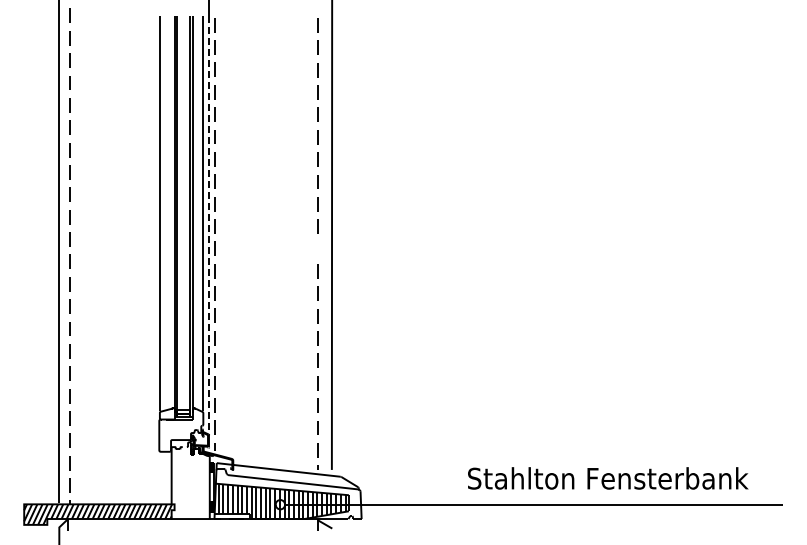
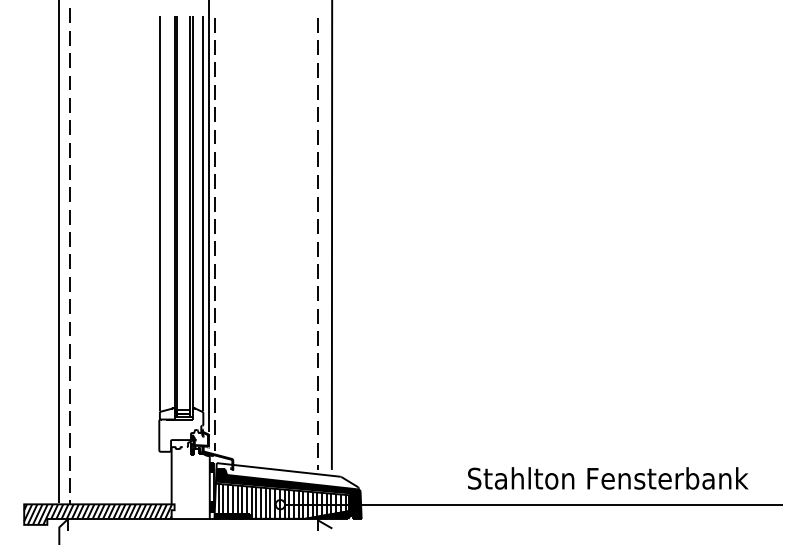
line at (209, 225): dashed -> solid
line at (317, 249): none -> present
fill at (287, 494): none -> present
